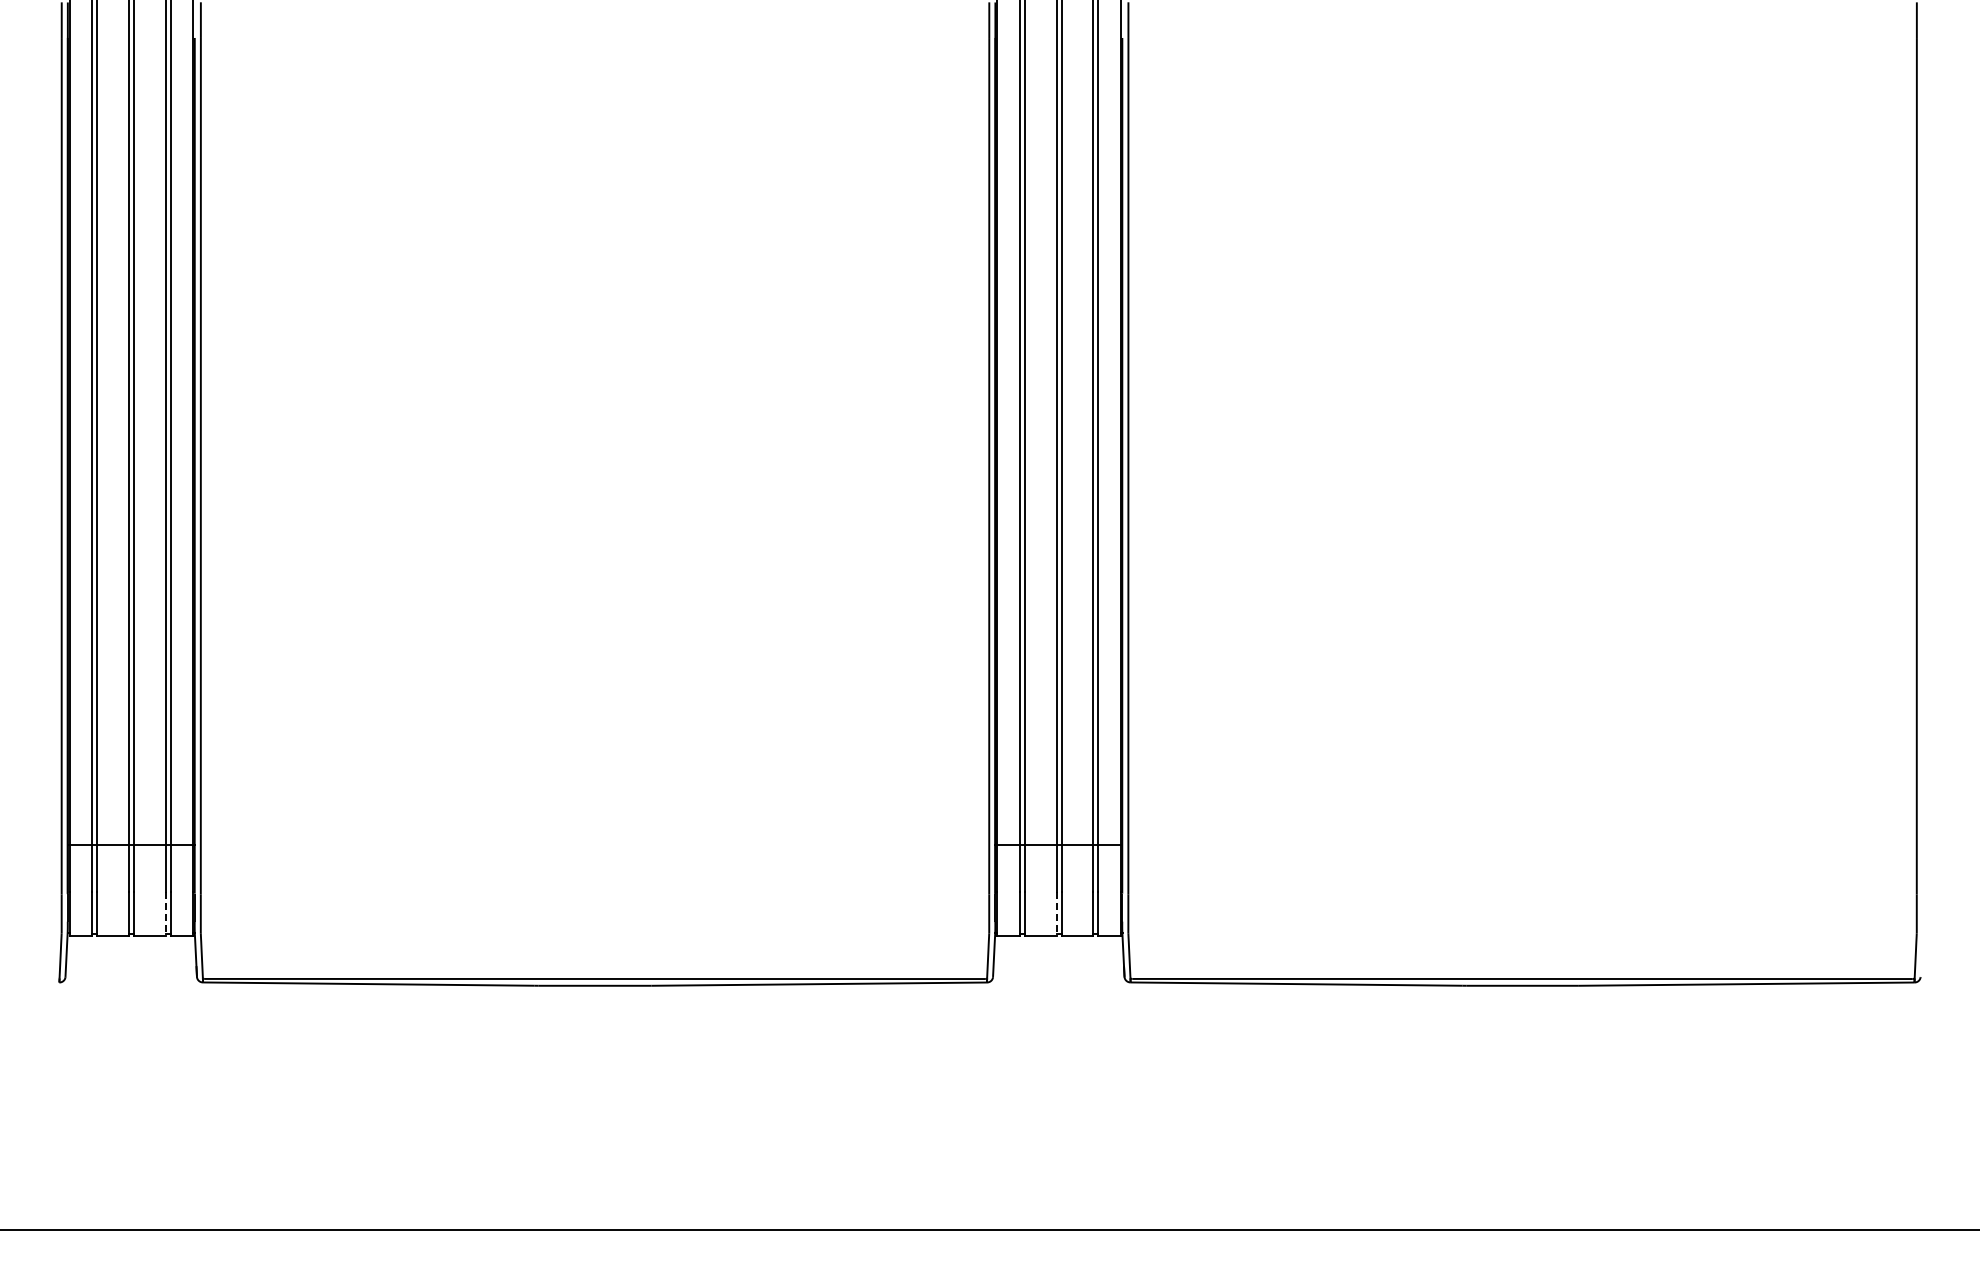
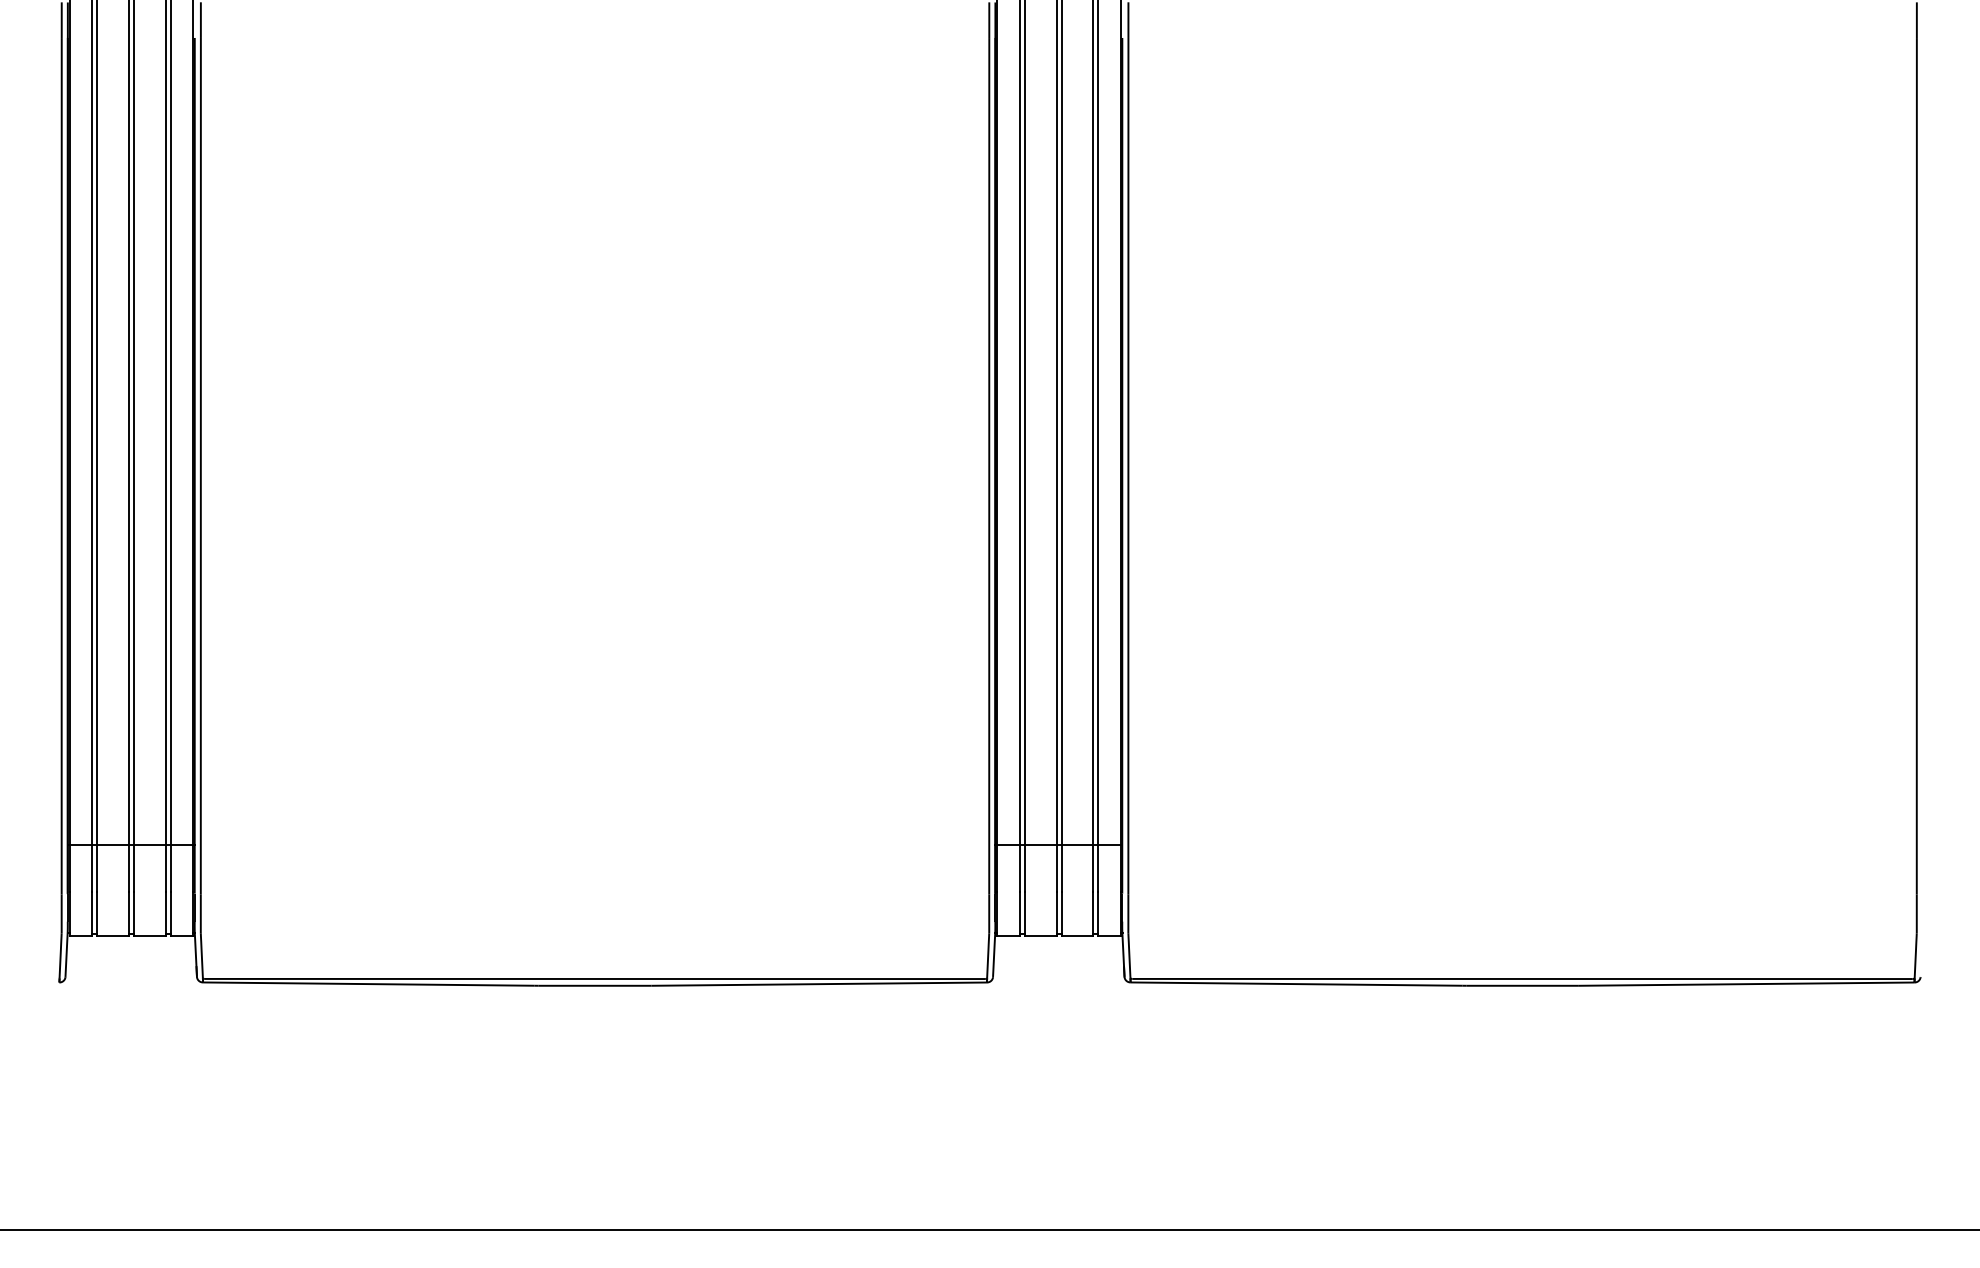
line at (165, 914): dashed -> solid
line at (1056, 914): dashed -> solid
